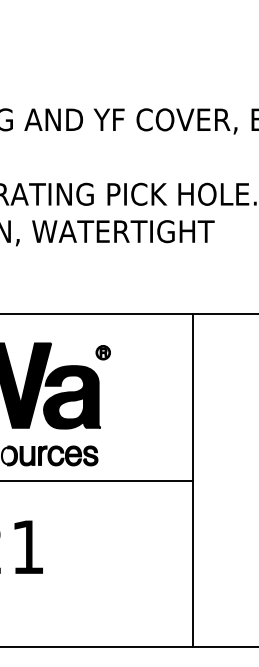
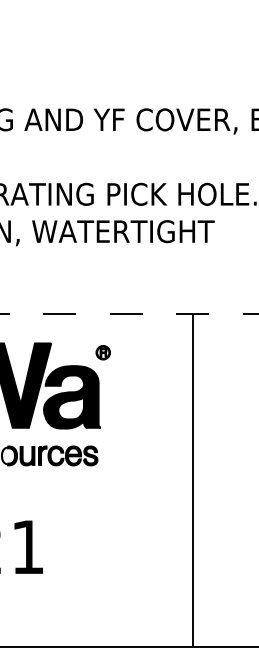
line at (129, 314): solid -> dashed
line at (97, 480): present -> none
